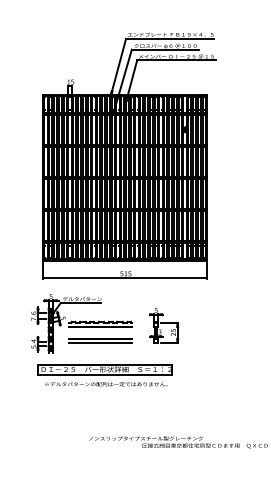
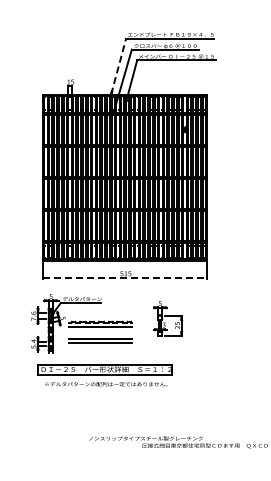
line at (118, 66): solid -> dashed
line at (125, 278): solid -> dashed
part at (164, 325) position: (164, 325) -> (168, 318)
